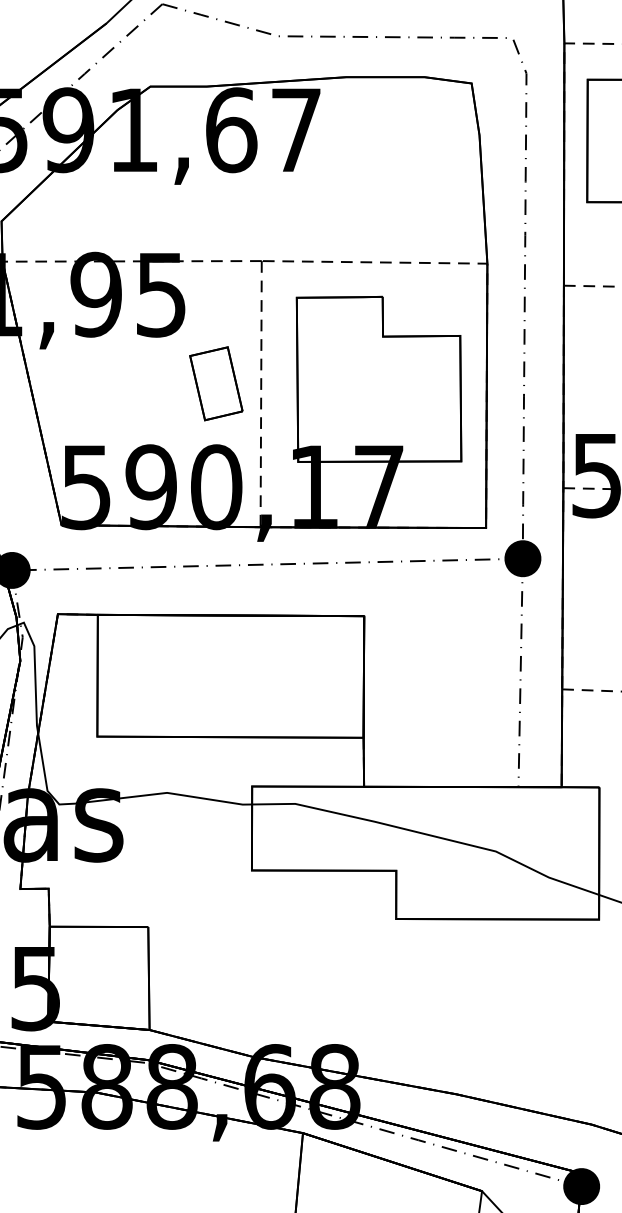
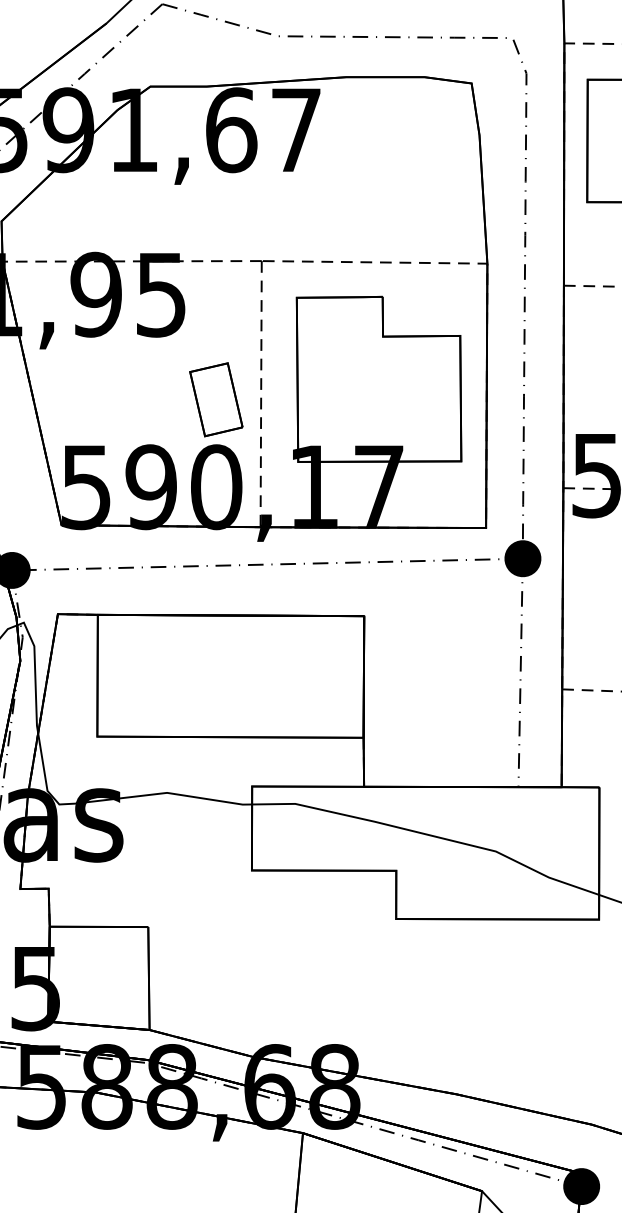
part at (216, 383) position: (216, 383) -> (216, 399)
